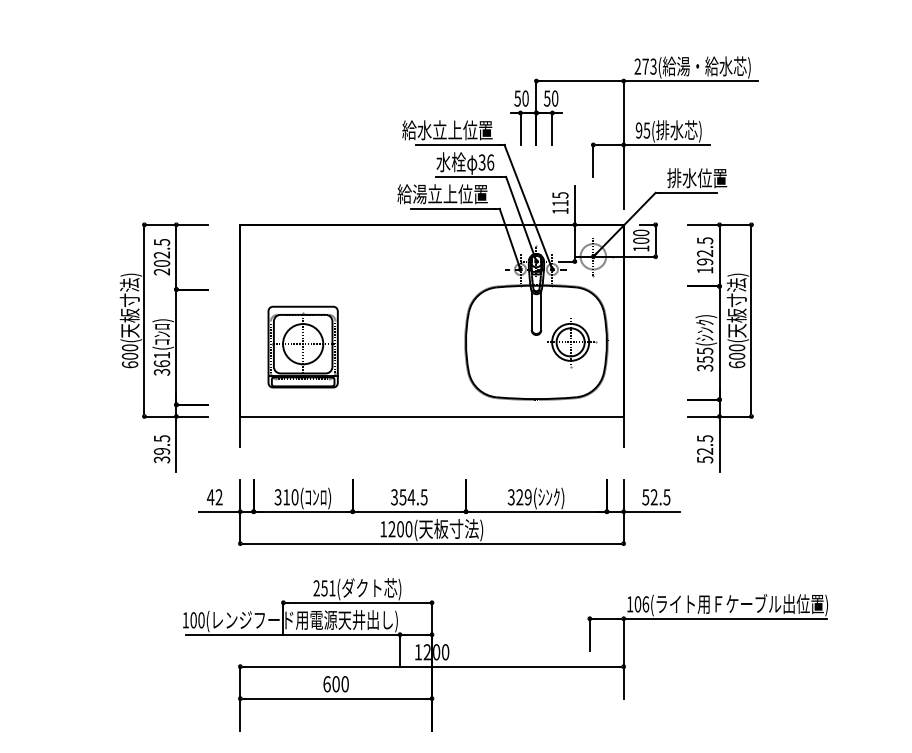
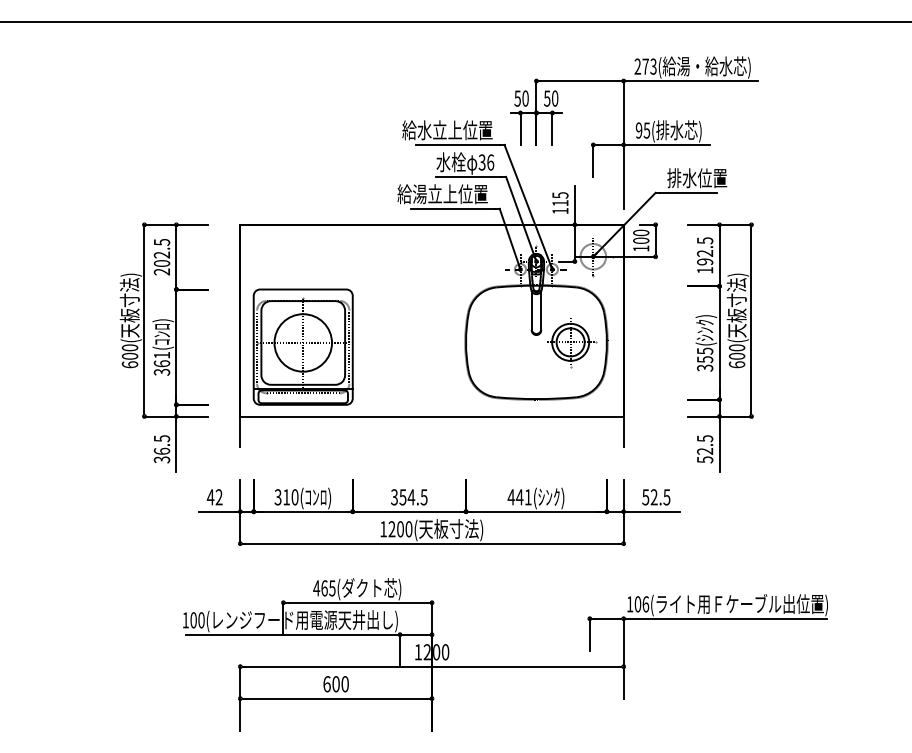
line at (455, 22): none -> present
part at (302, 346) size: 72x84 px -> 102x118 px
text at (161, 450): 39.5 -> 36.5
text at (519, 497): 329( -> 441(
text at (324, 588): 251( -> 465(
